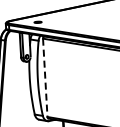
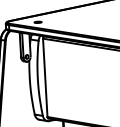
line at (45, 78): dashed -> solid
